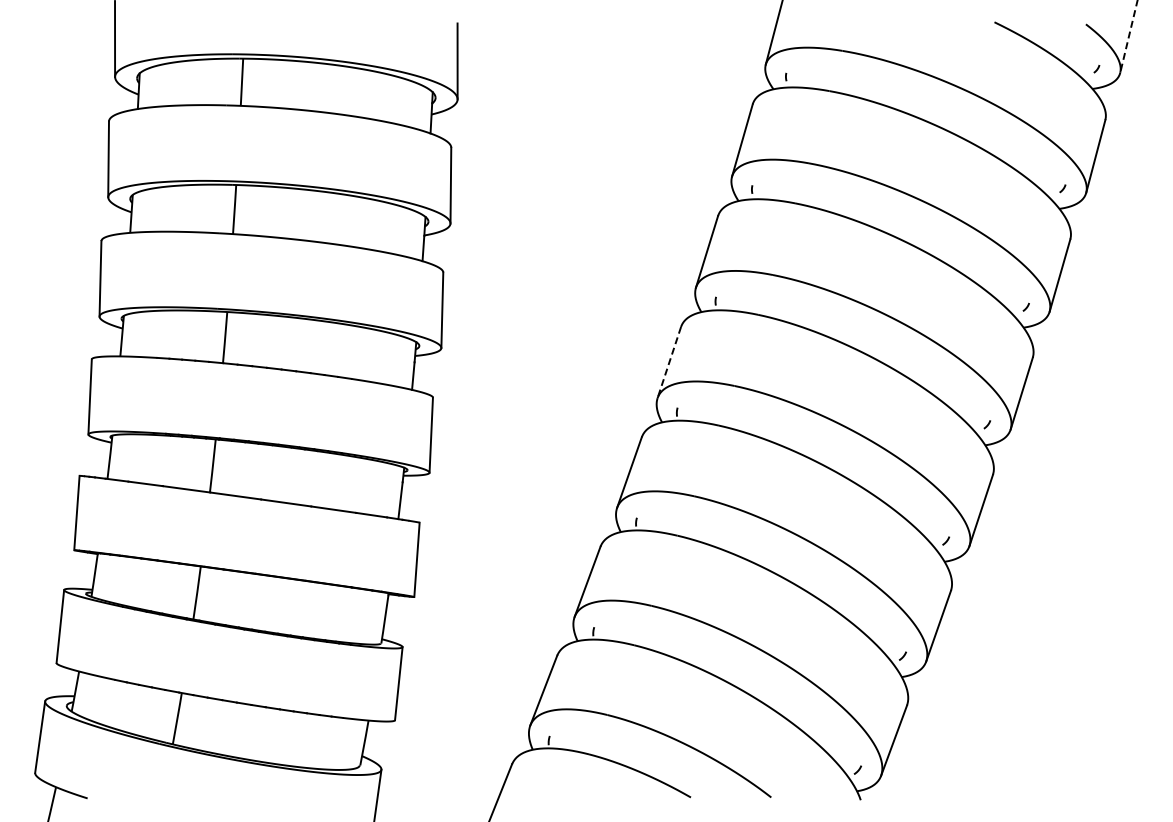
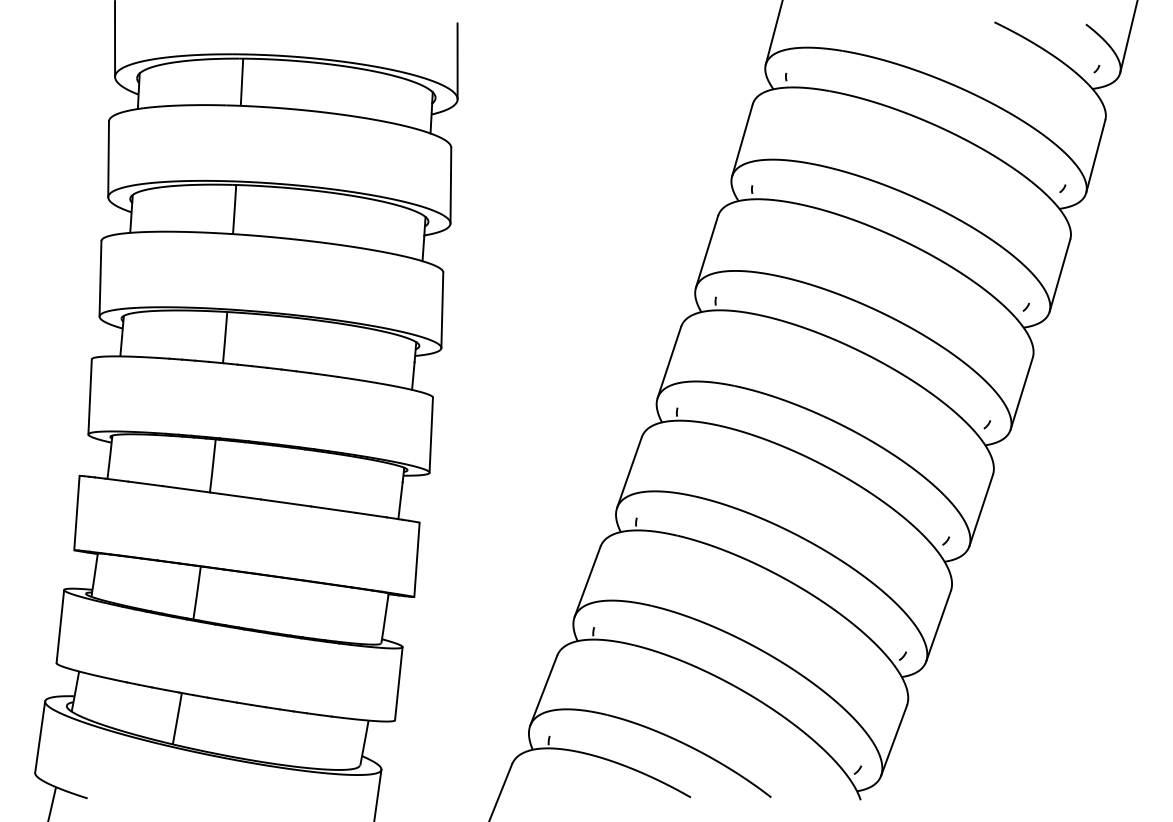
line at (1128, 37): dashed -> solid
line at (669, 363): dashed -> solid
